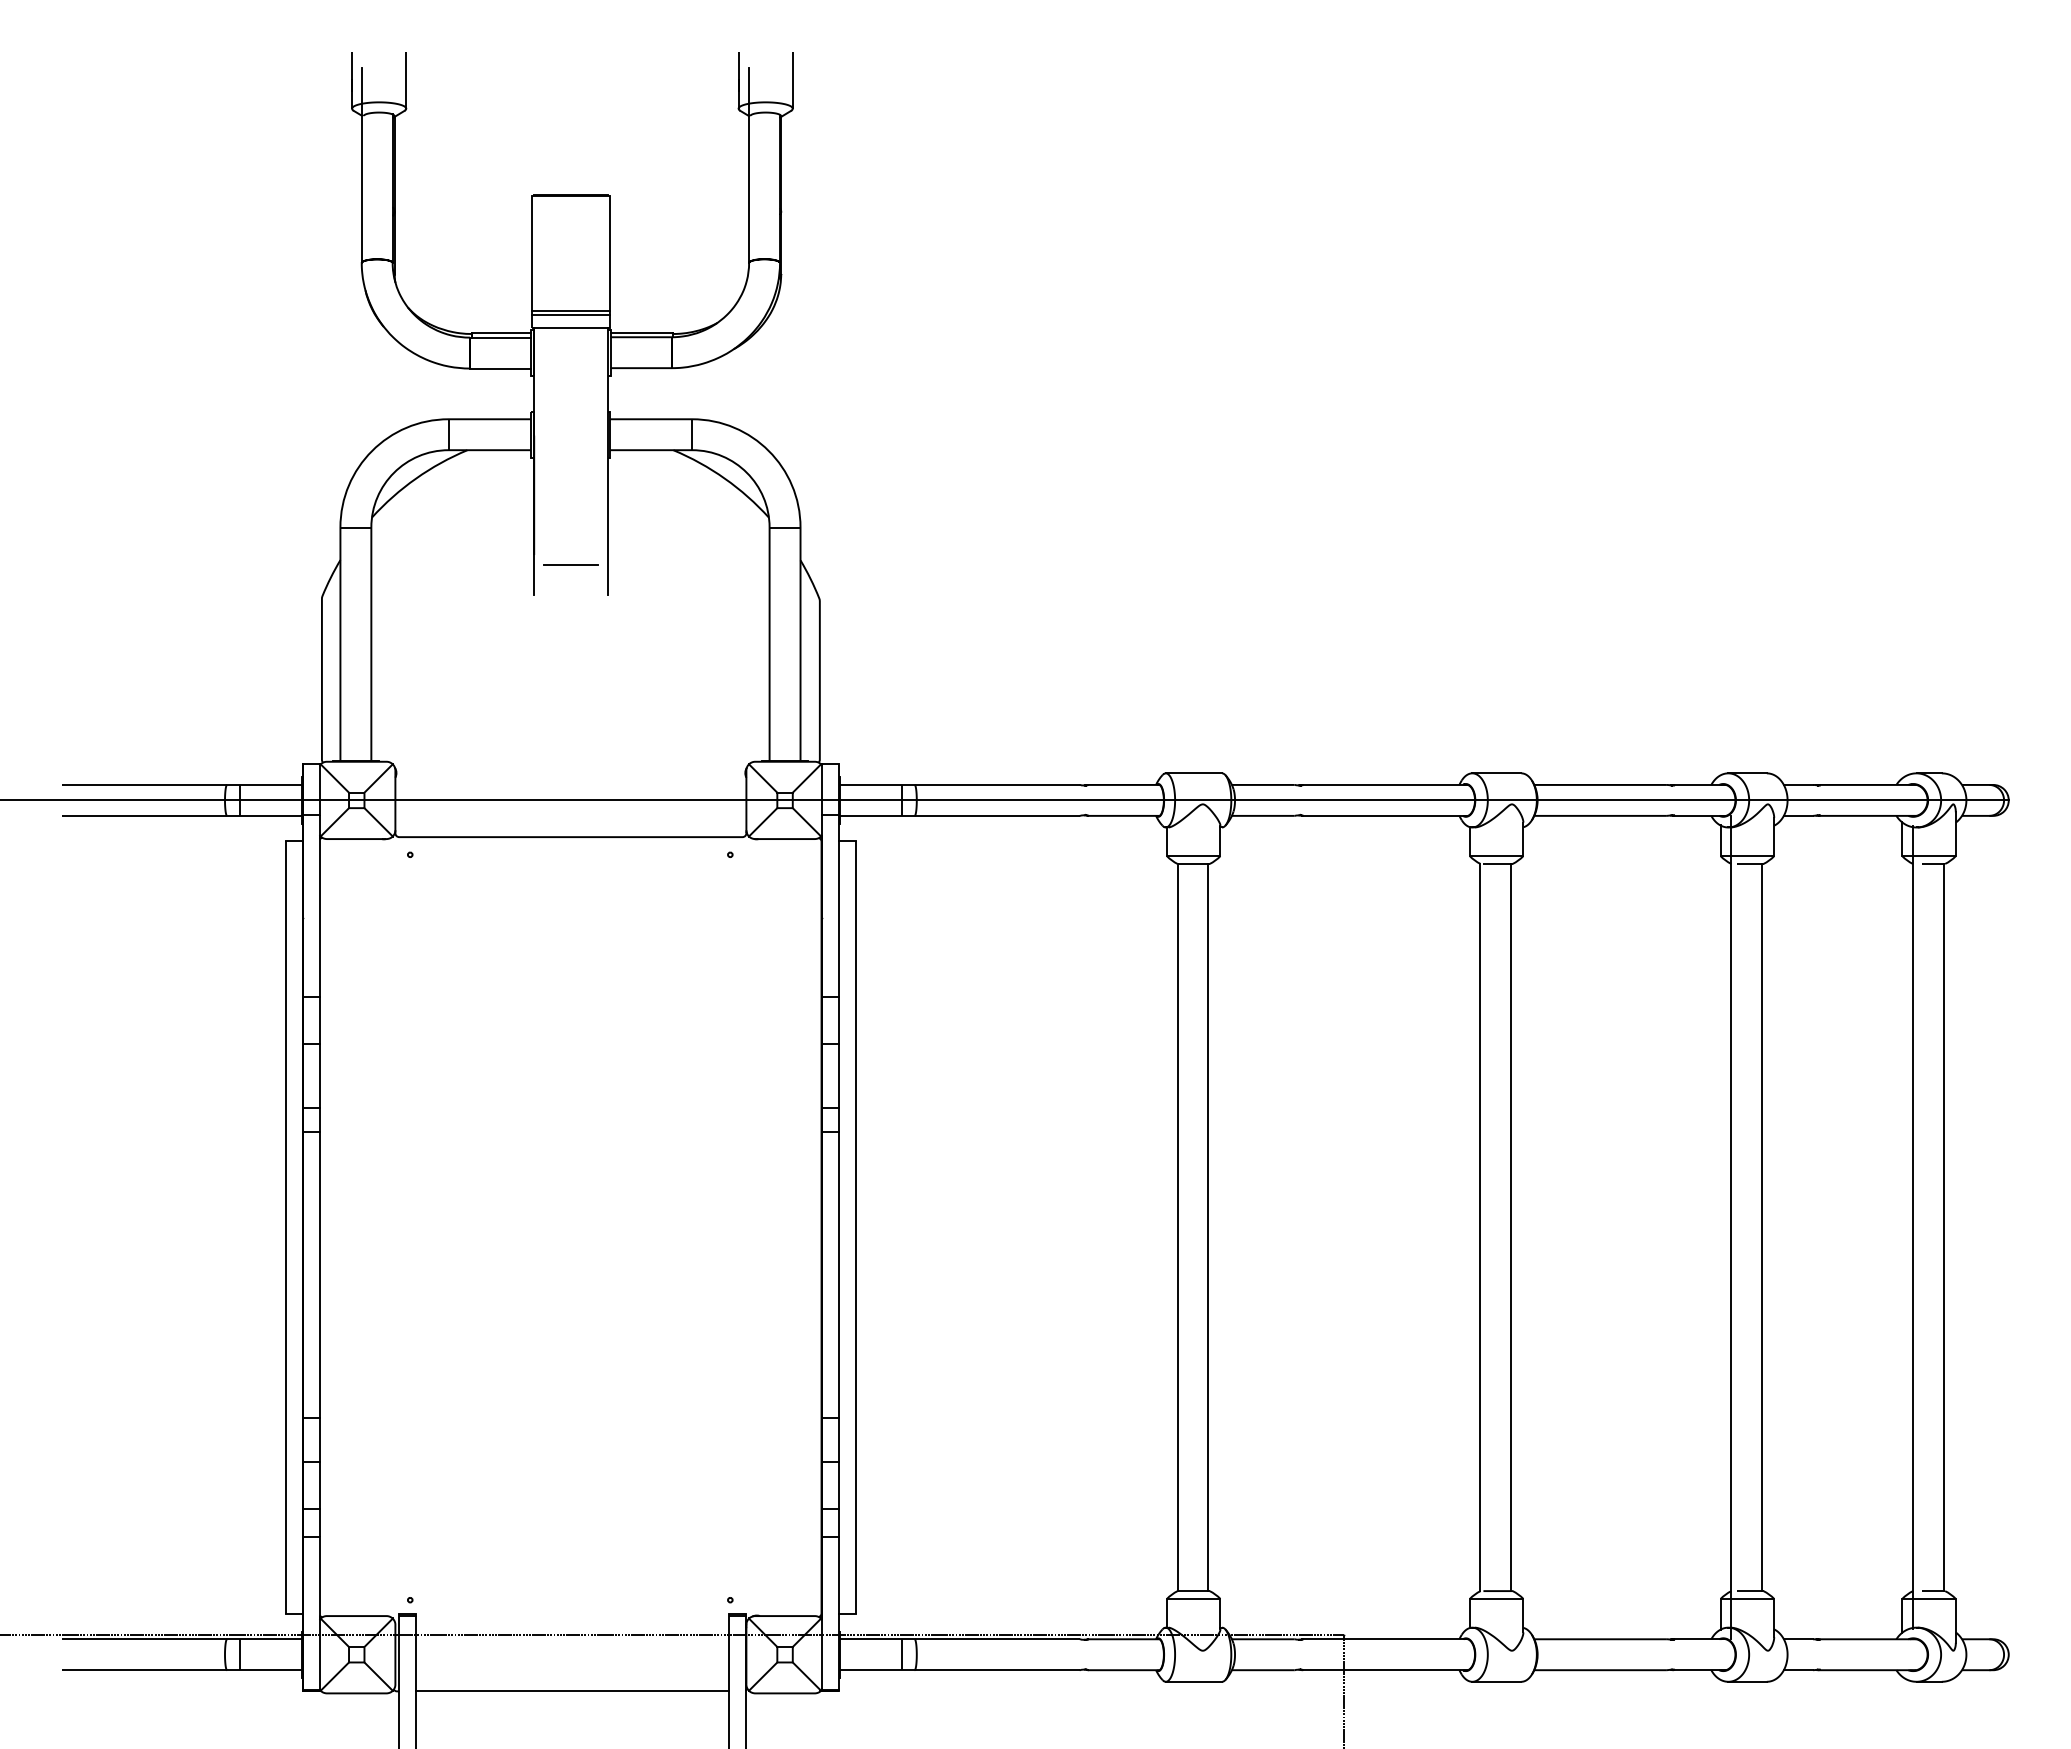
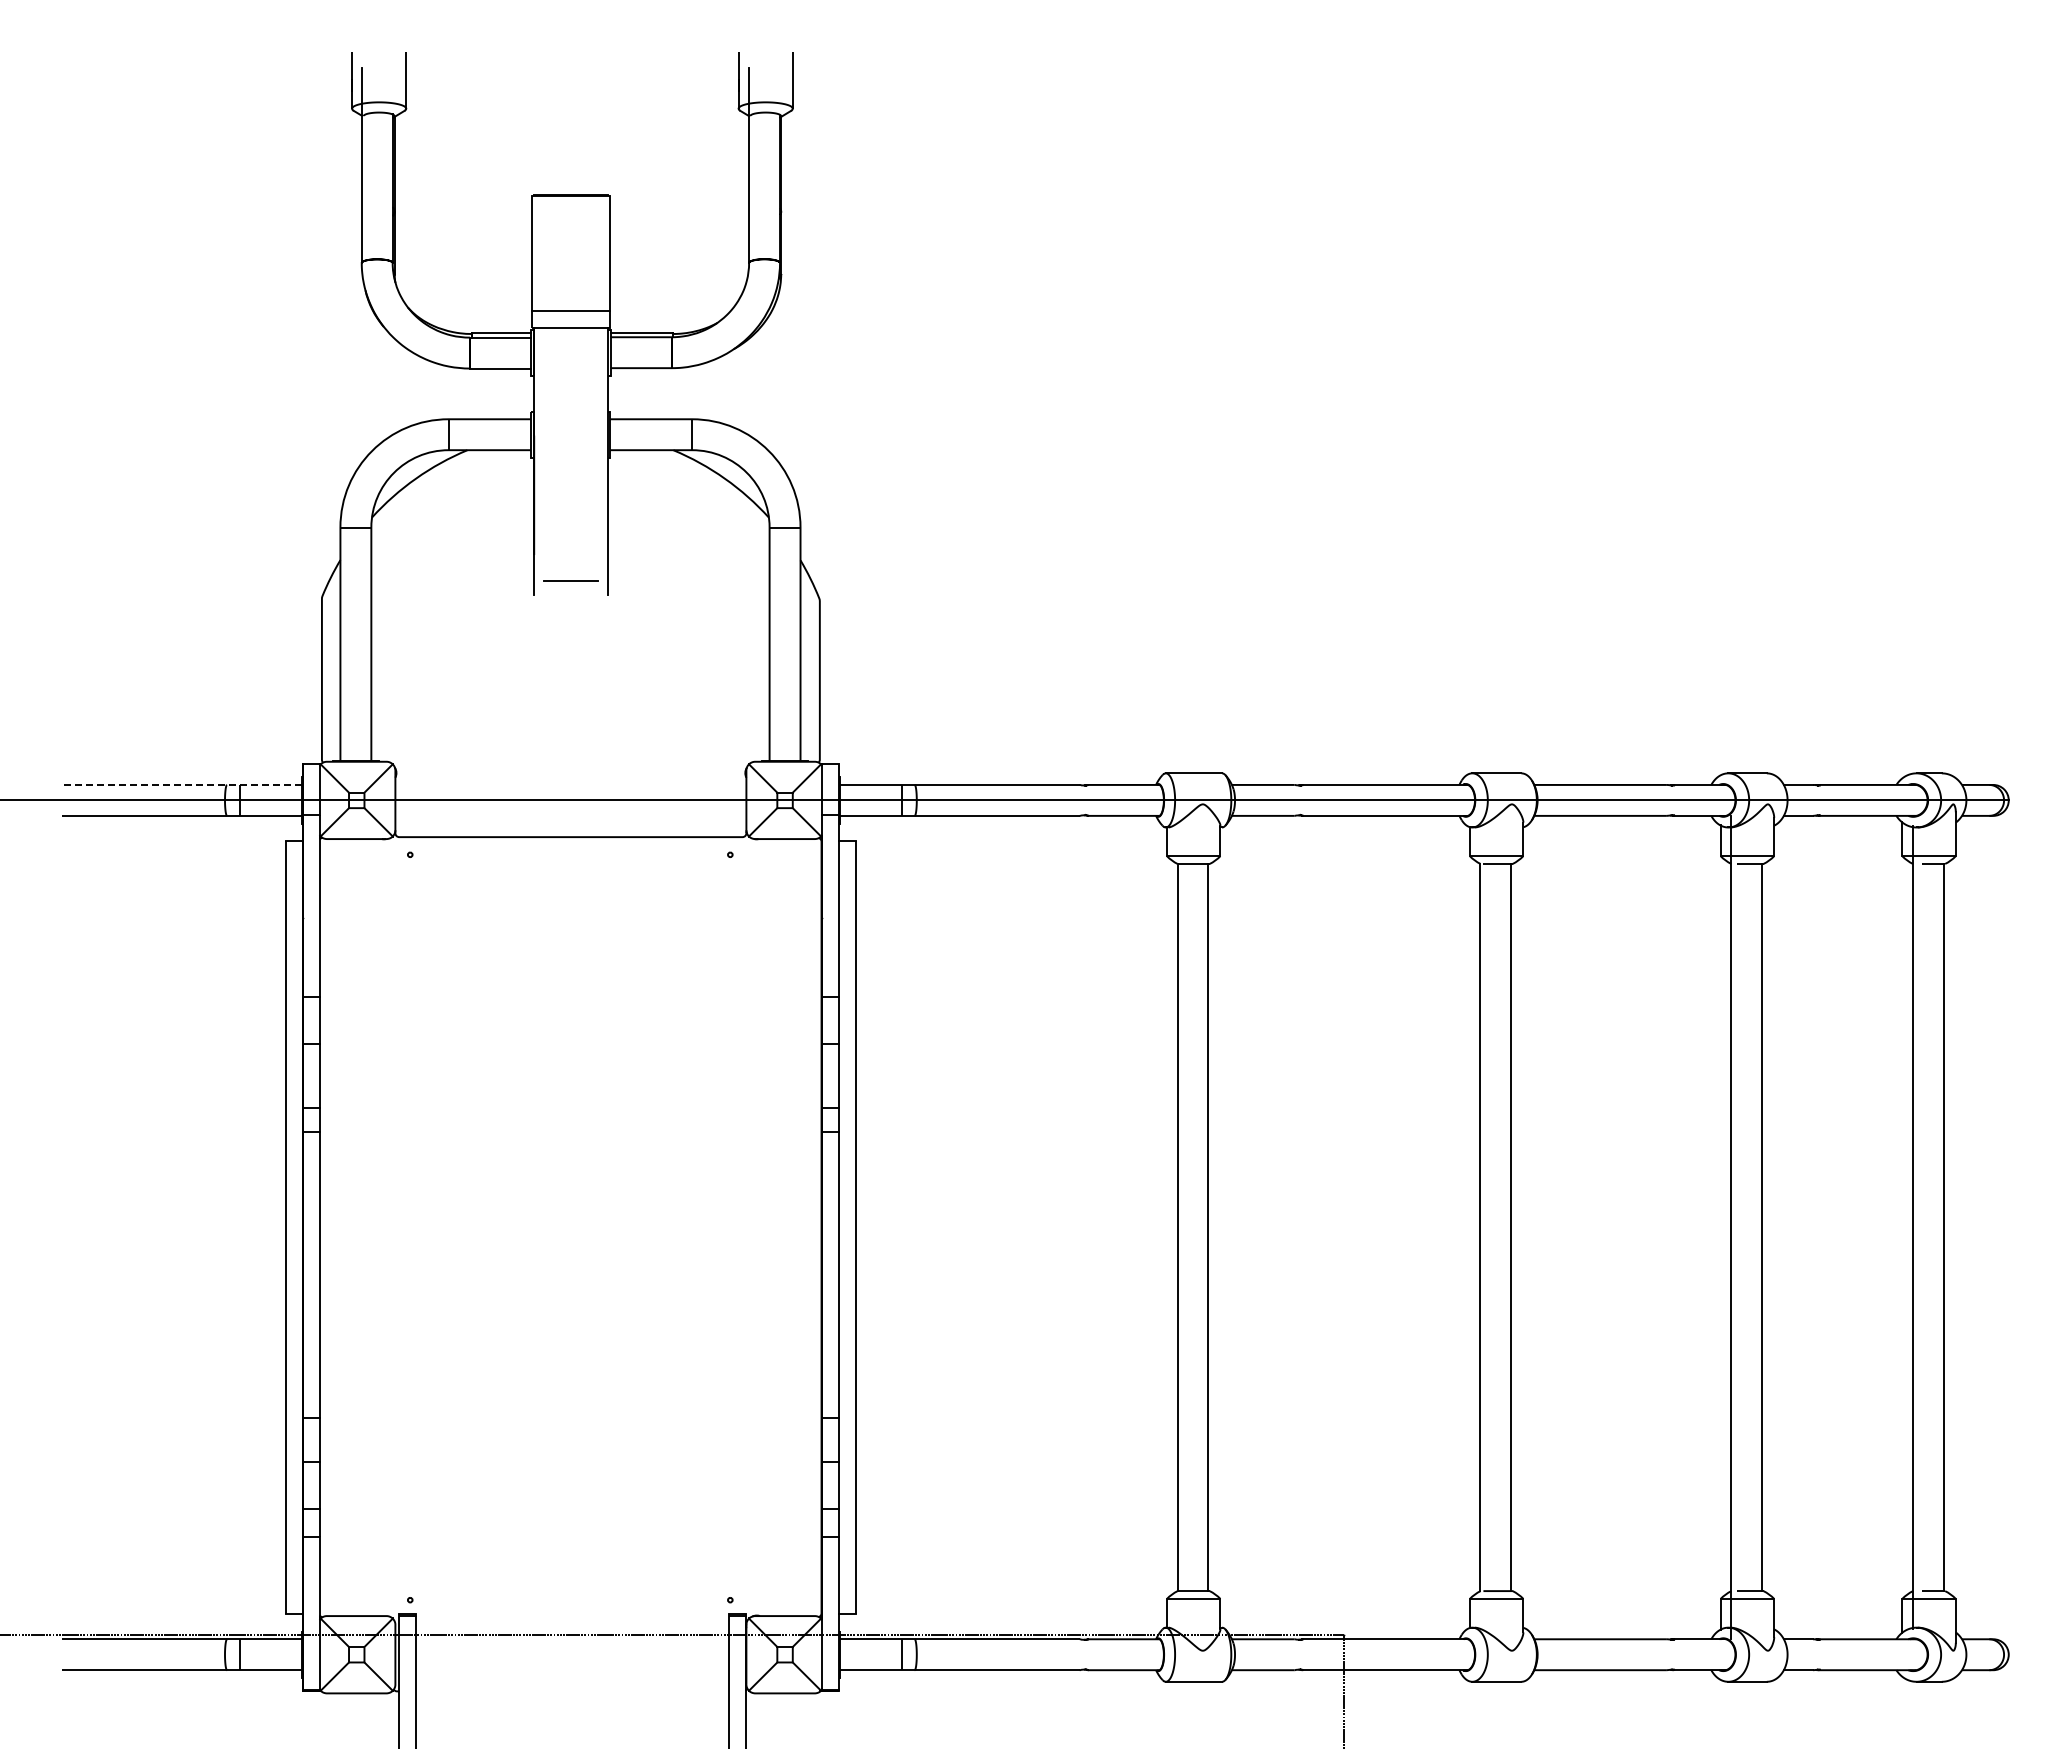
line at (570, 314): present -> none
line at (570, 564) position: (570, 564) -> (570, 580)
line at (183, 784): solid -> dashed
line at (572, 1691): present -> none
